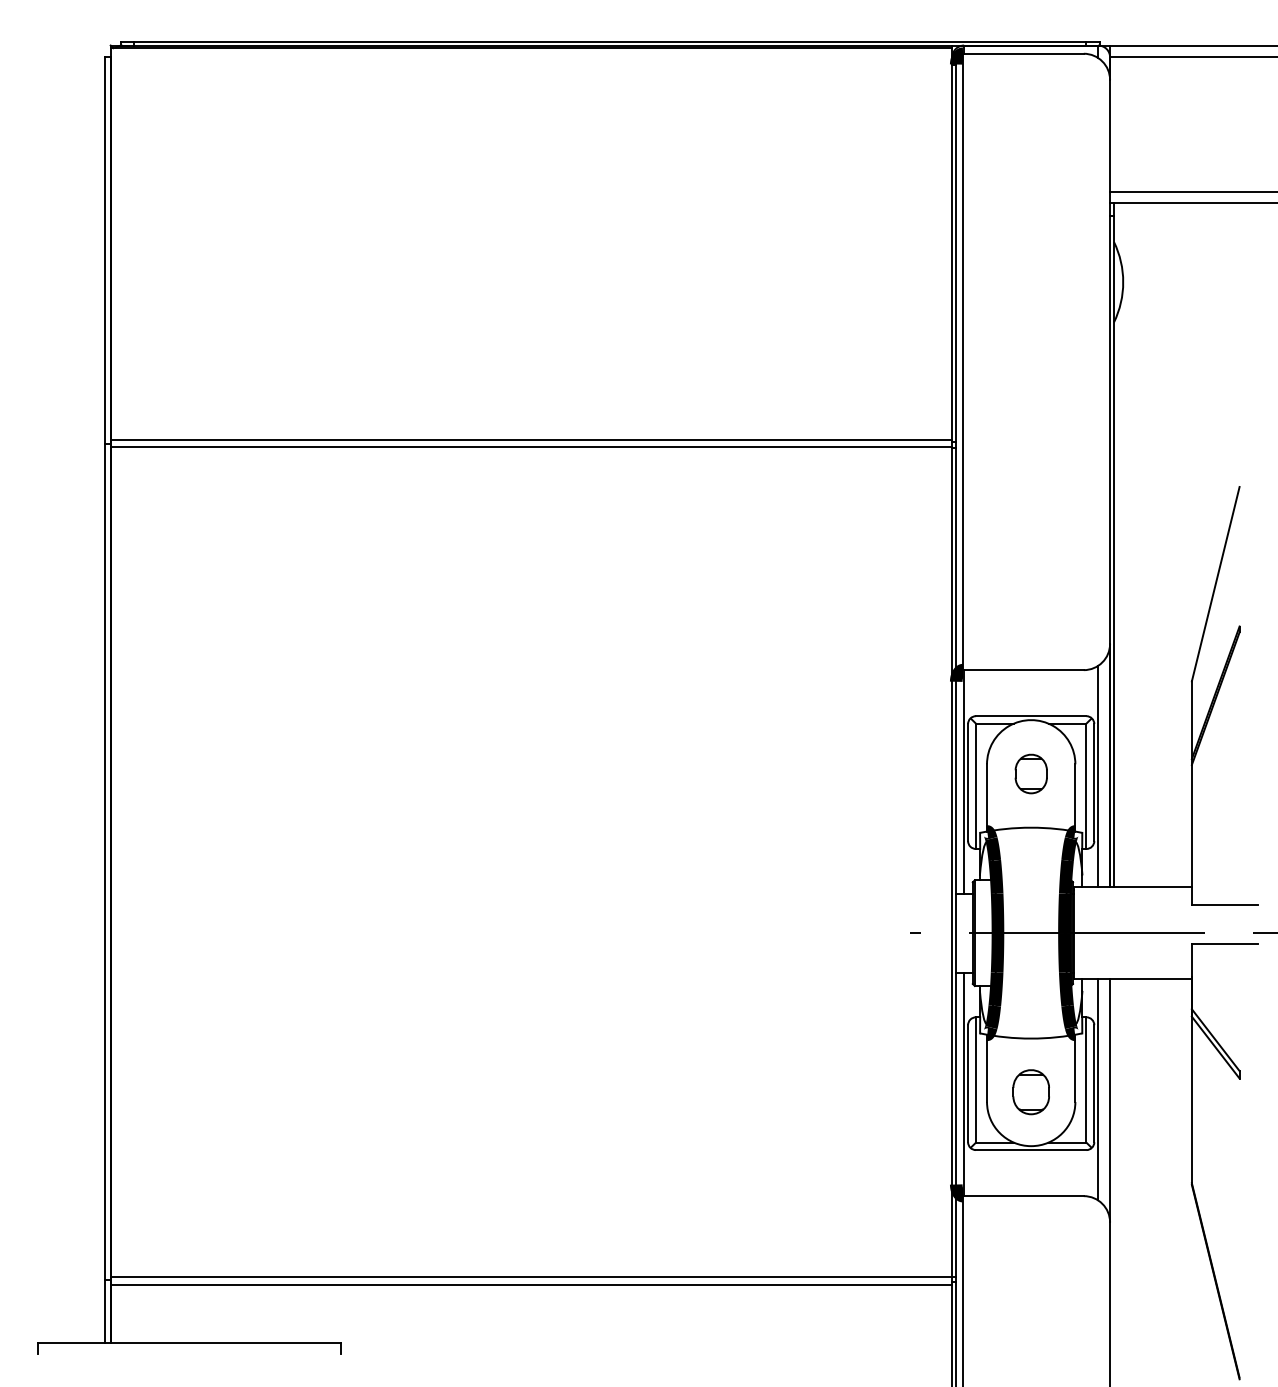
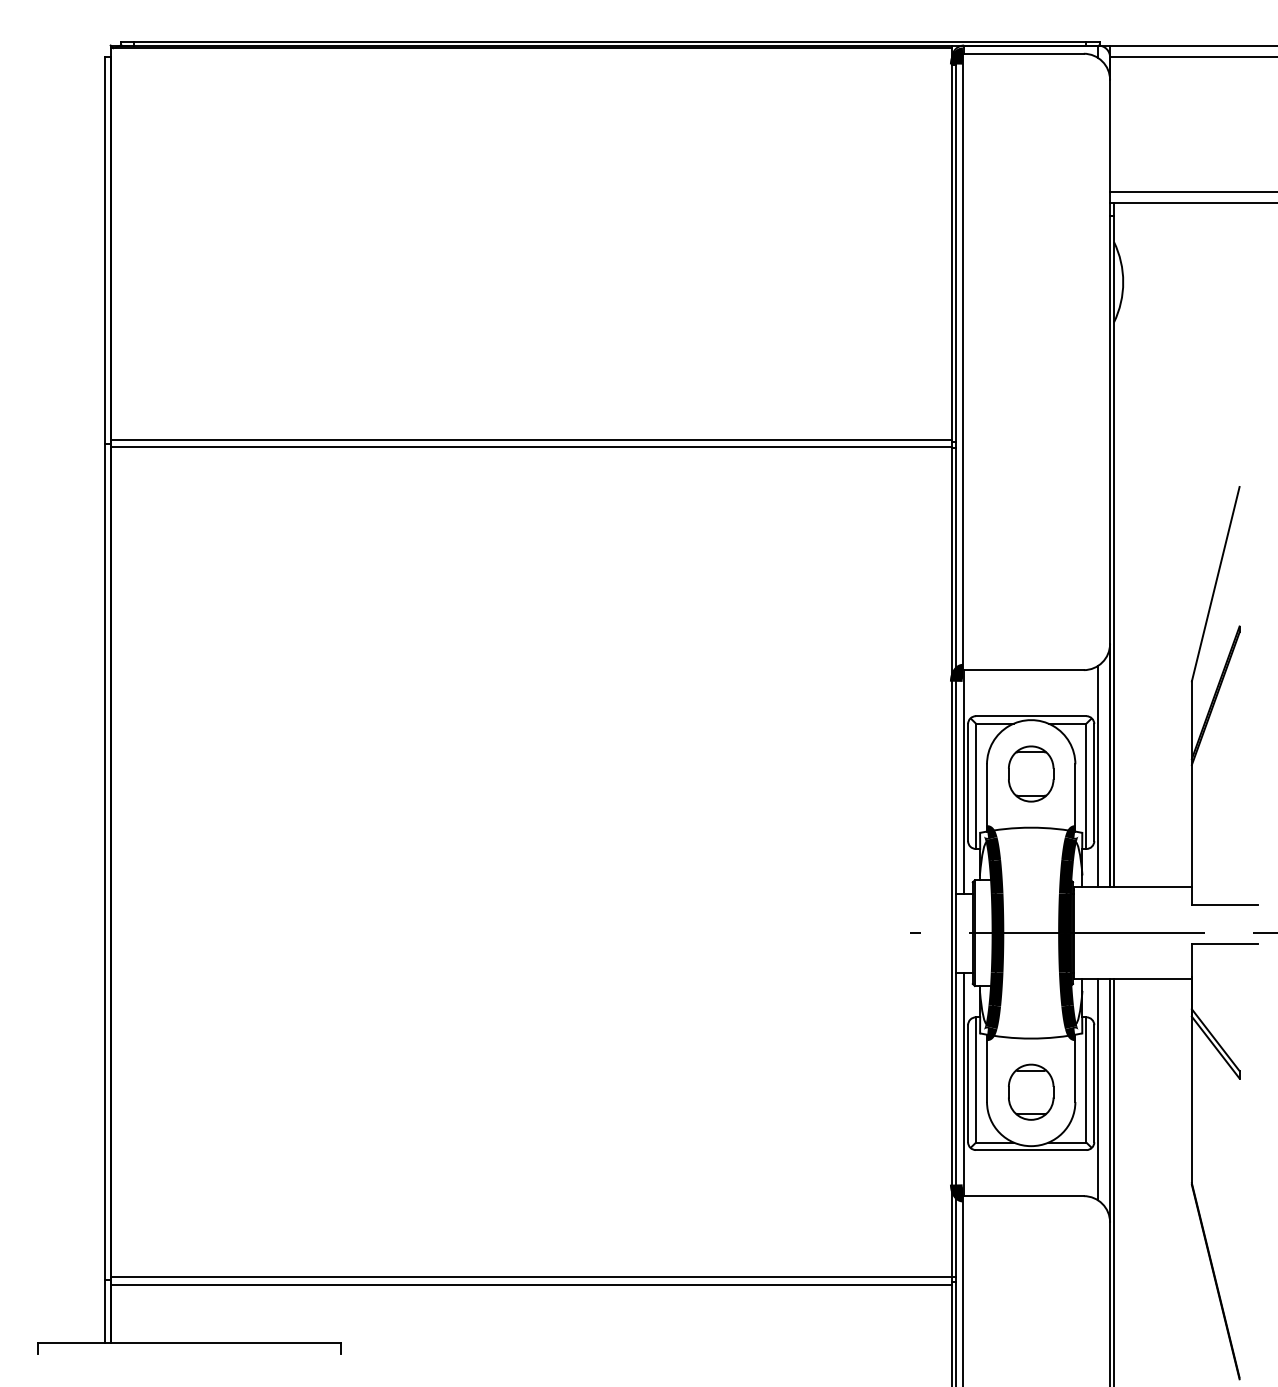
part at (1030, 773) size: 34x42 px -> 47x58 px
part at (1030, 1092) size: 38x47 px -> 47x58 px
line at (1114, 1181): none -> present
